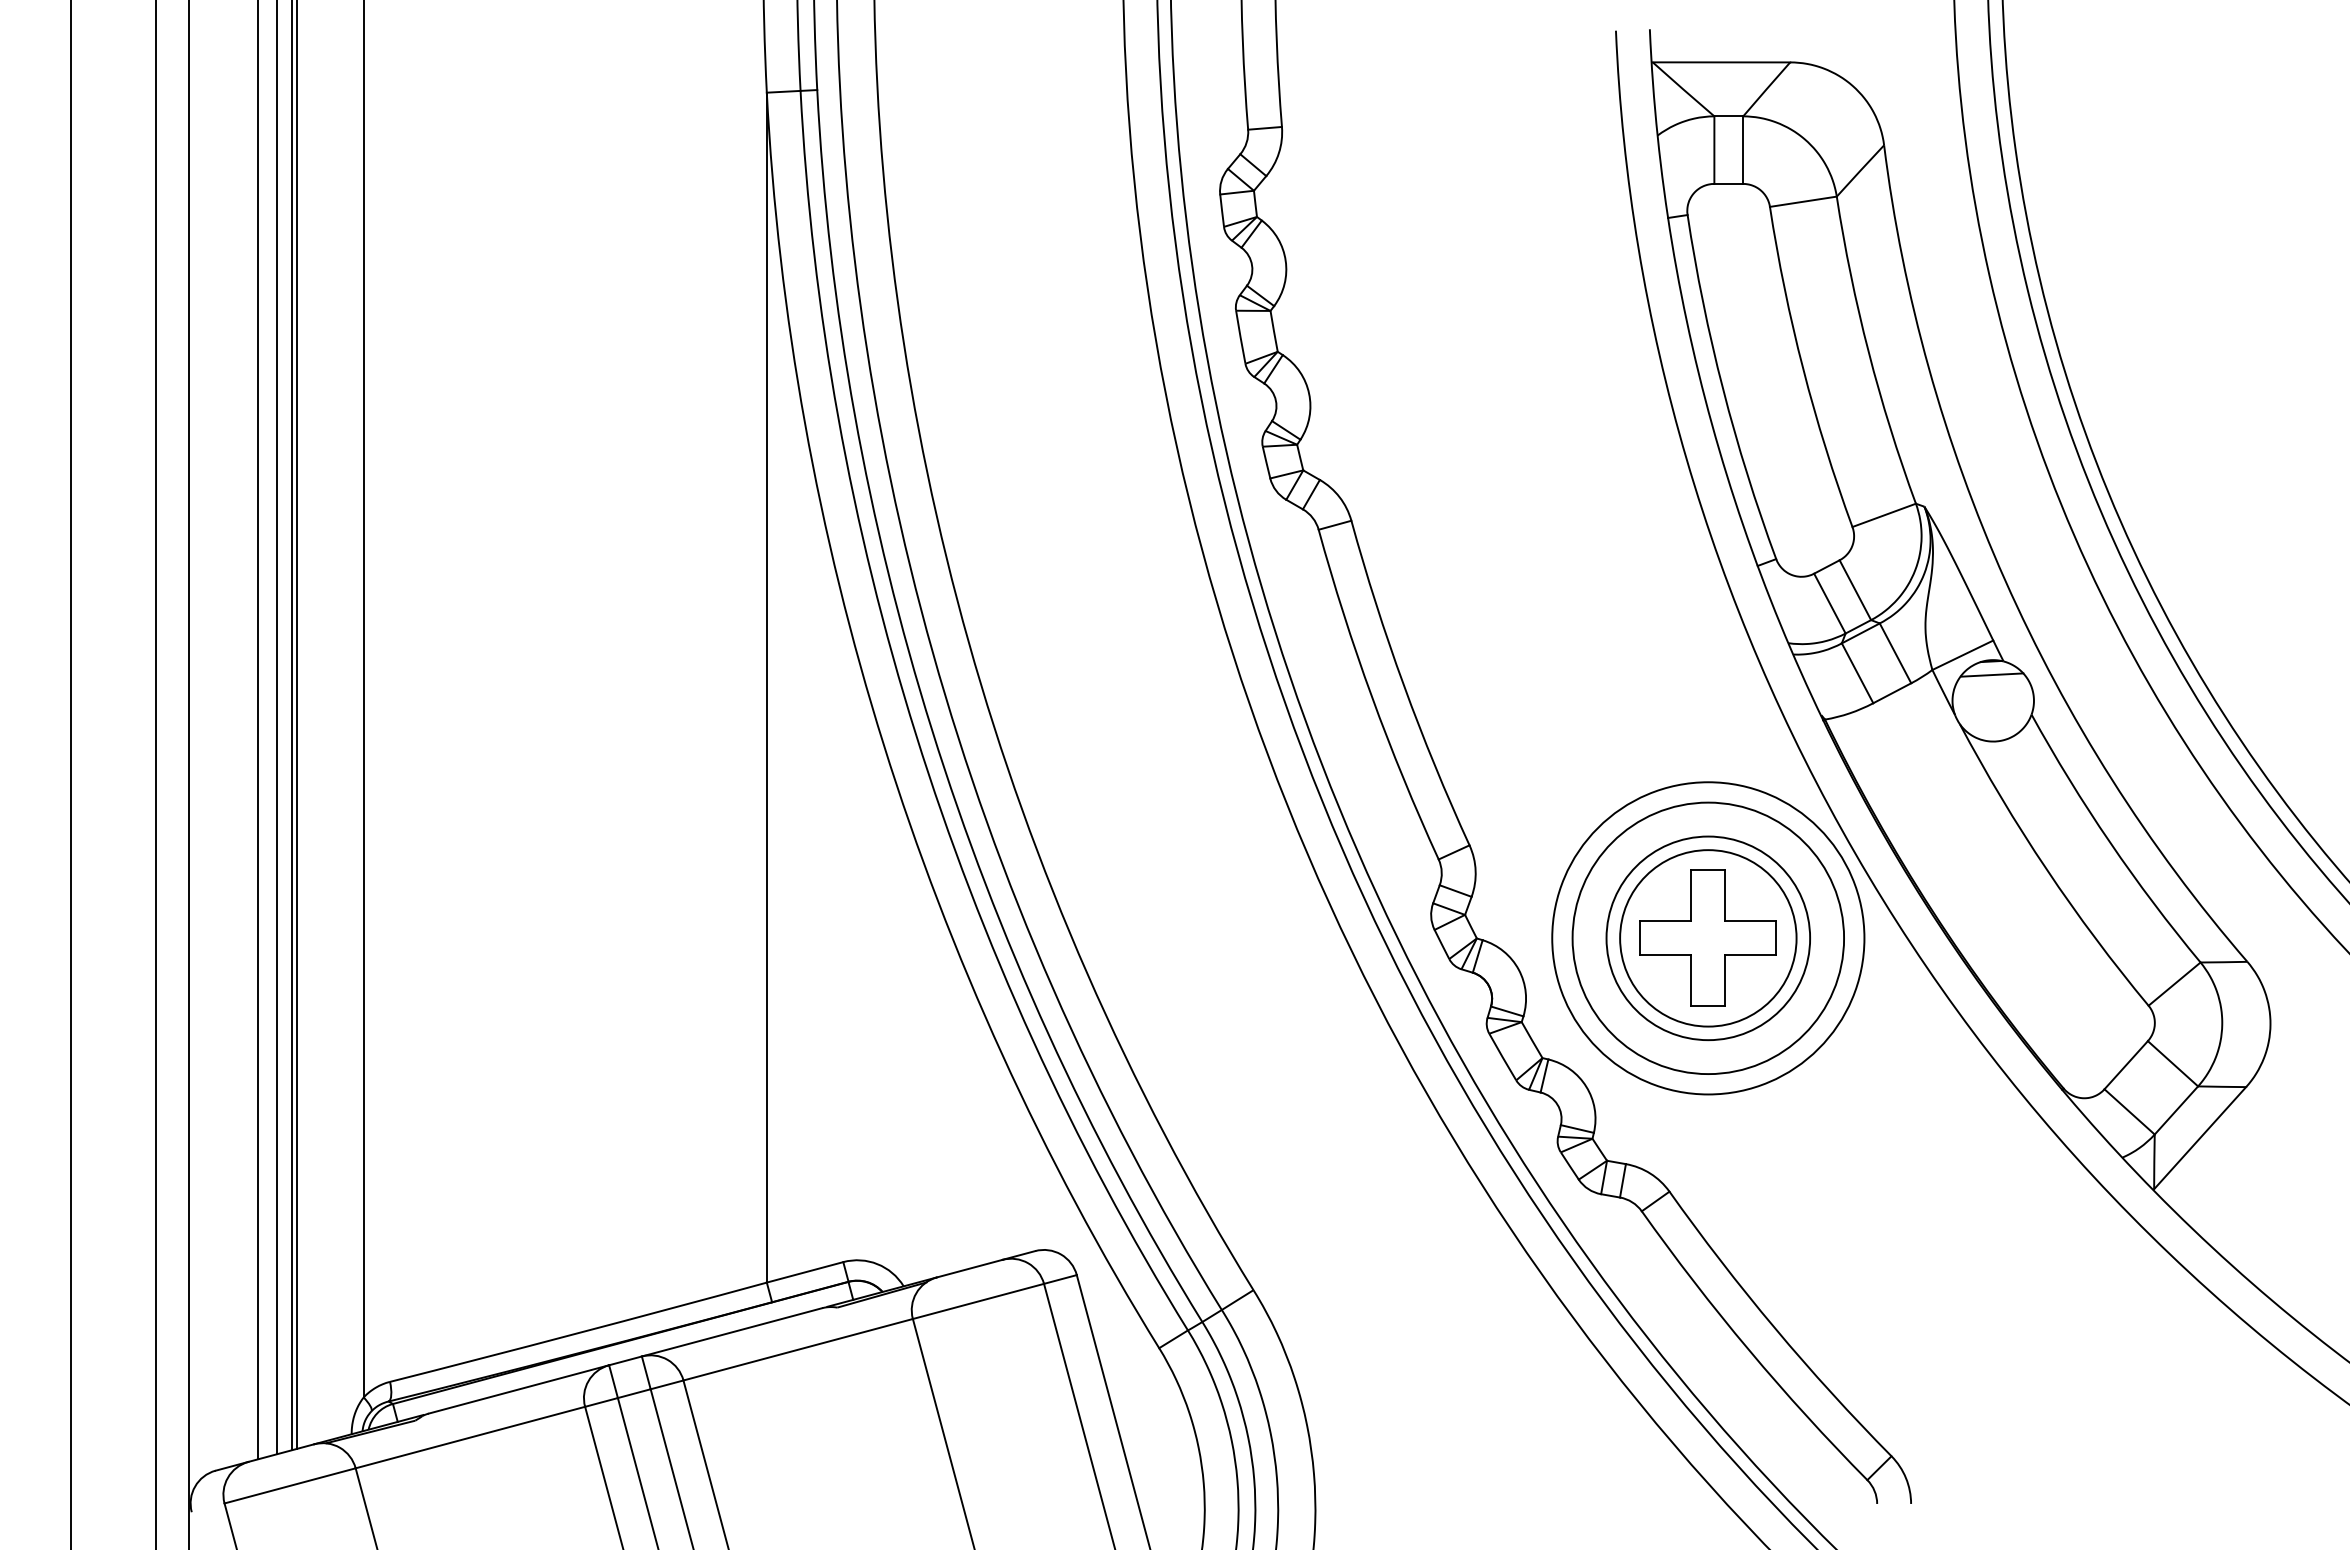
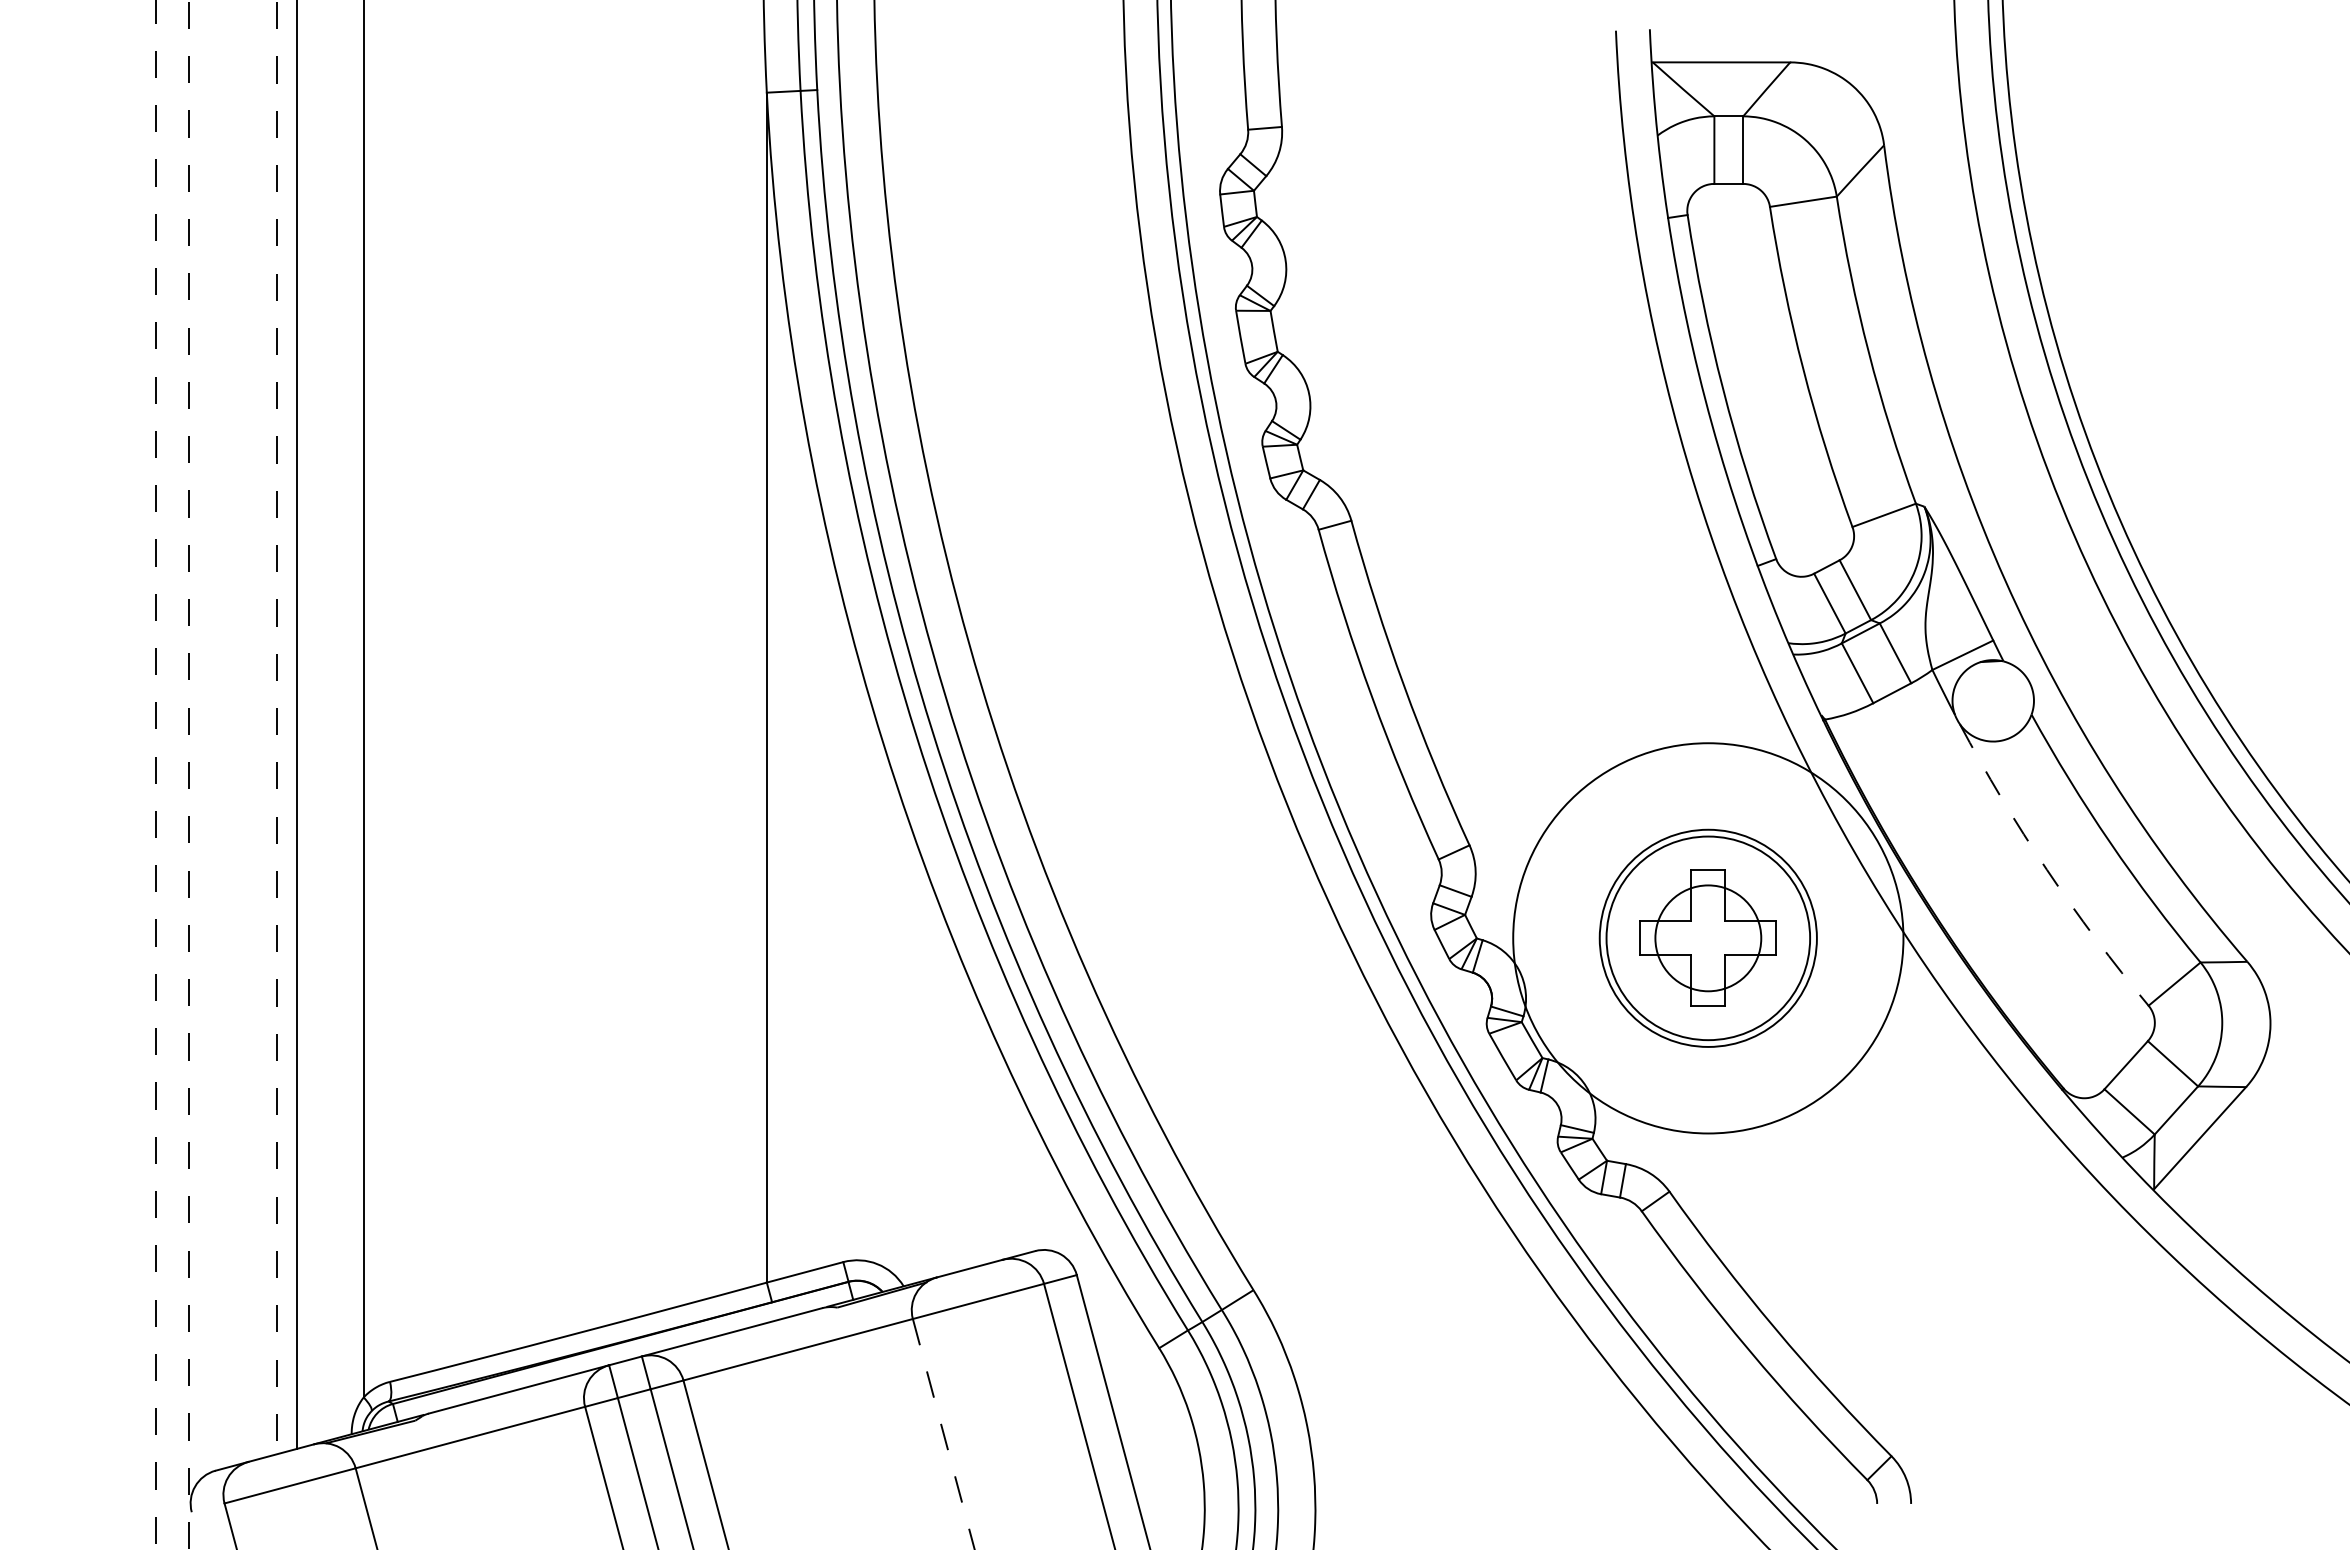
line at (1992, 674): present -> none
line at (291, 726): present -> none
line at (277, 727): solid -> dashed
line at (257, 730): present -> none
line at (70, 774): present -> none
line at (156, 775): solid -> dashed
line at (188, 775): solid -> dashed
arc at (2046, 869): solid -> dashed
circle at (1708, 938) diameter: 176 px -> 106 px
circle at (1708, 938) diameter: 271 px -> 217 px
circle at (1708, 938) diameter: 312 px -> 390 px
line at (943, 1434): solid -> dashed
